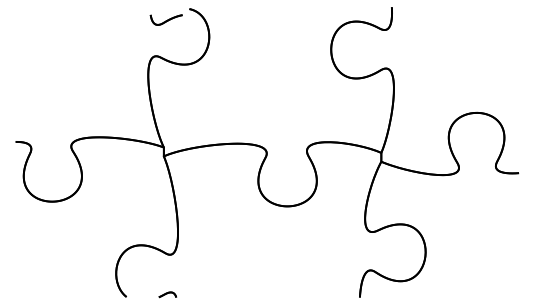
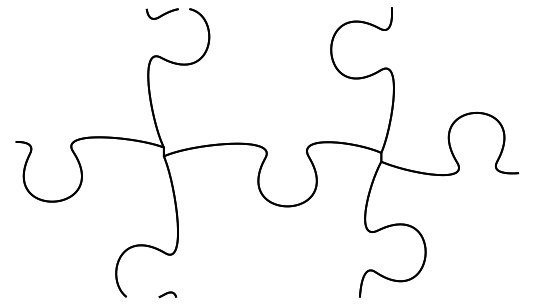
part at (165, 19) position: (165, 19) -> (161, 13)
